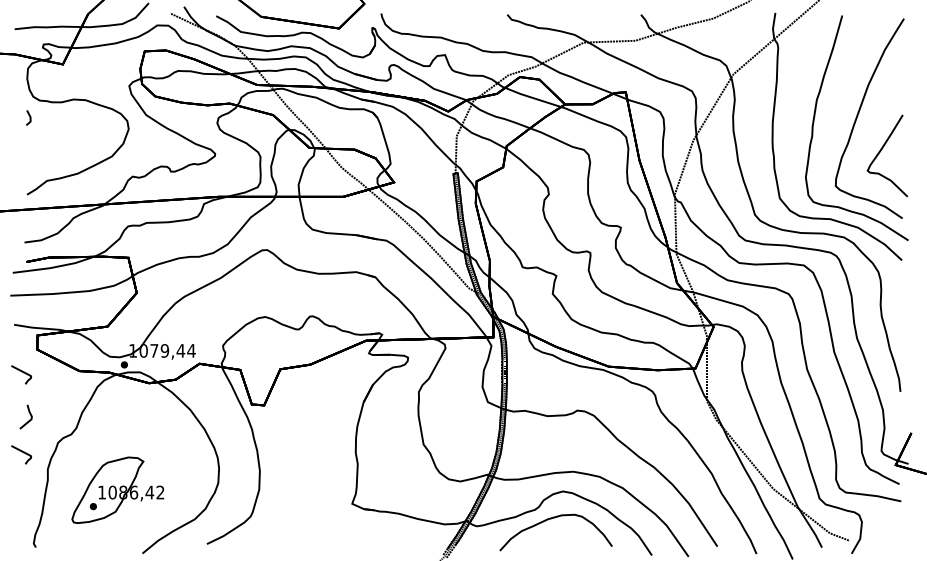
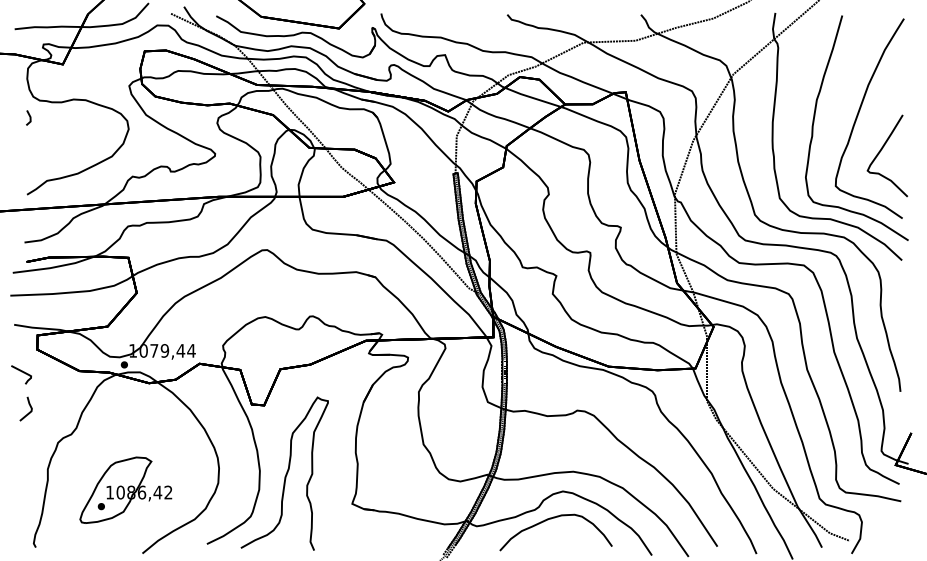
line at (29, 414) position: (29, 414) -> (29, 406)
curve at (21, 452): present -> none
curve at (285, 474): none -> present
part at (117, 489) position: (117, 489) -> (125, 489)
